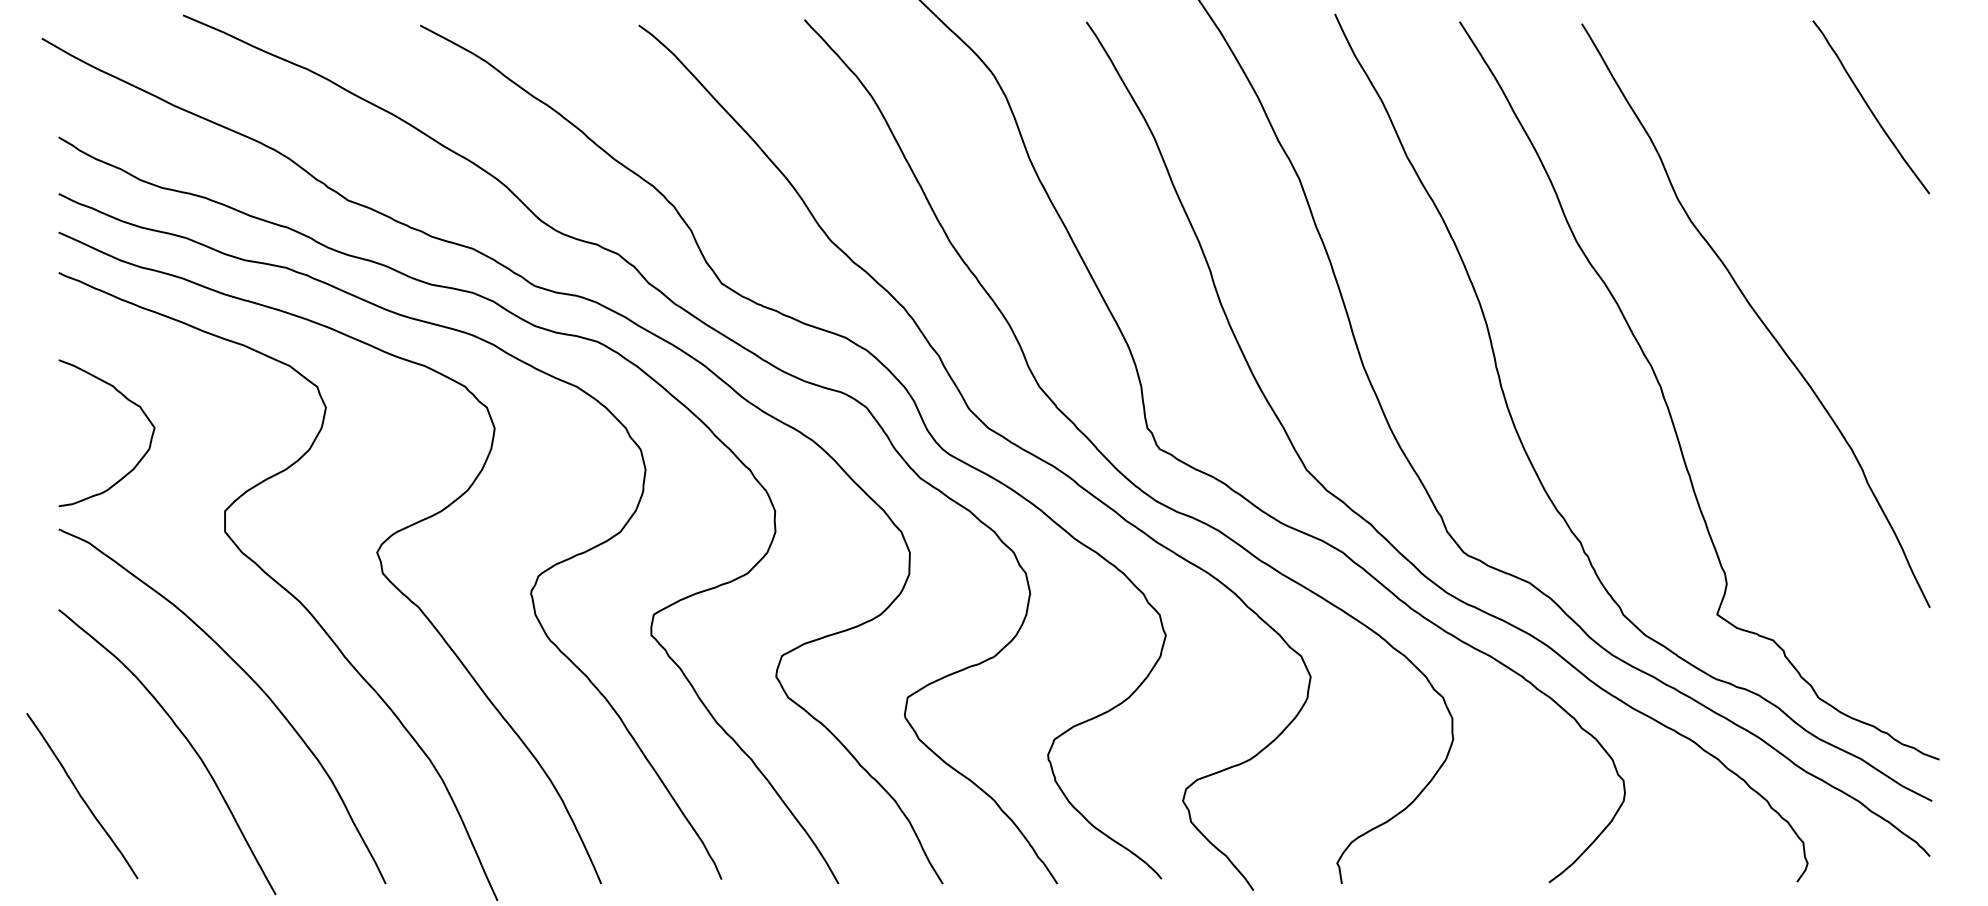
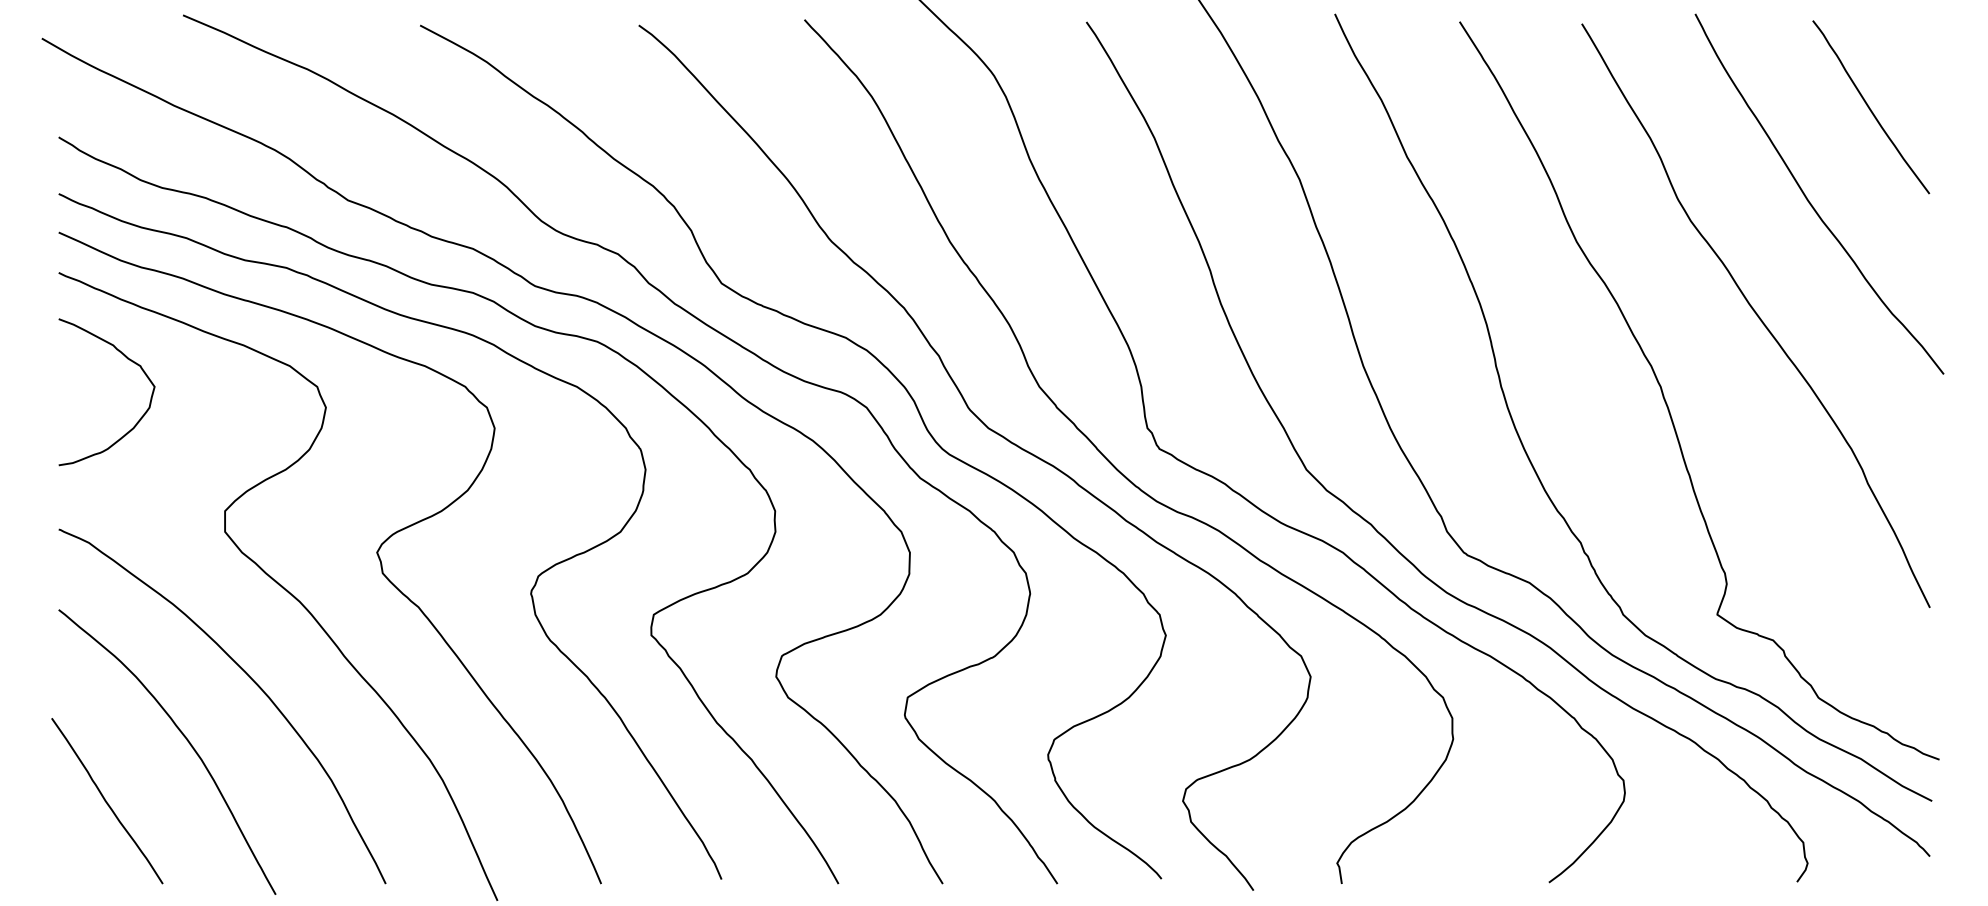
curve at (1809, 200): none -> present
curve at (127, 400) position: (127, 400) -> (127, 359)
curve at (82, 796) position: (82, 796) -> (107, 801)
